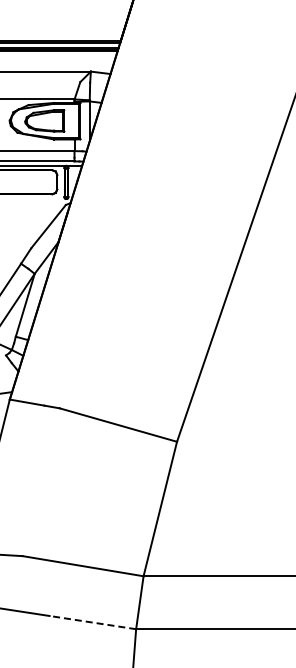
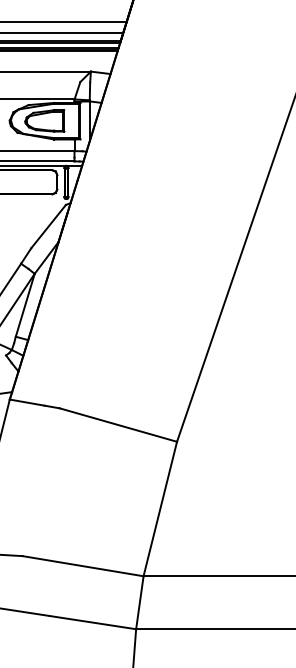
line at (64, 21): none -> present
line at (62, 32): none -> present
line at (92, 622): dashed -> solid
